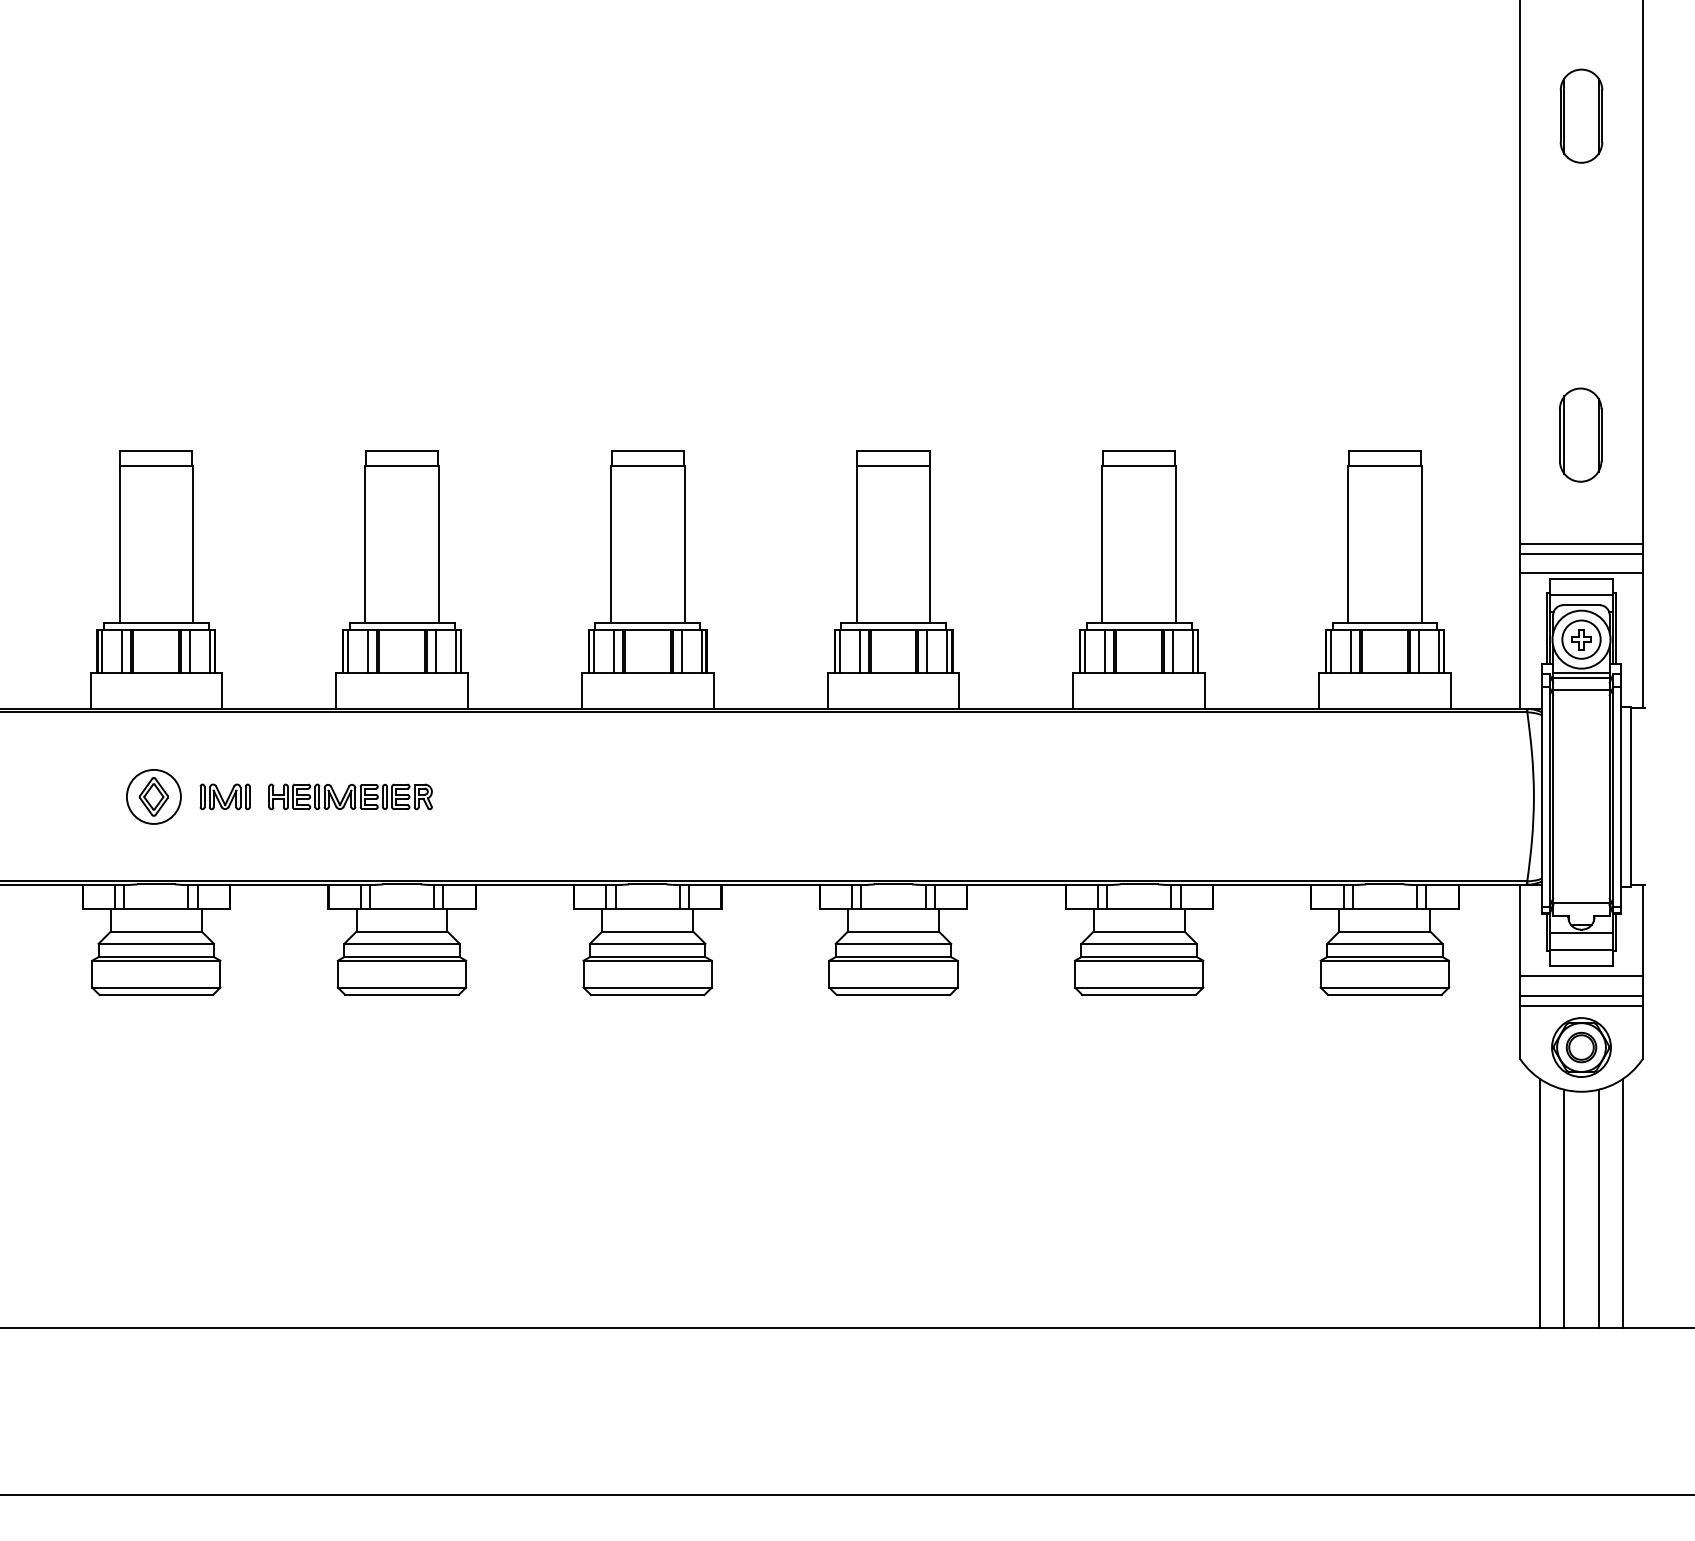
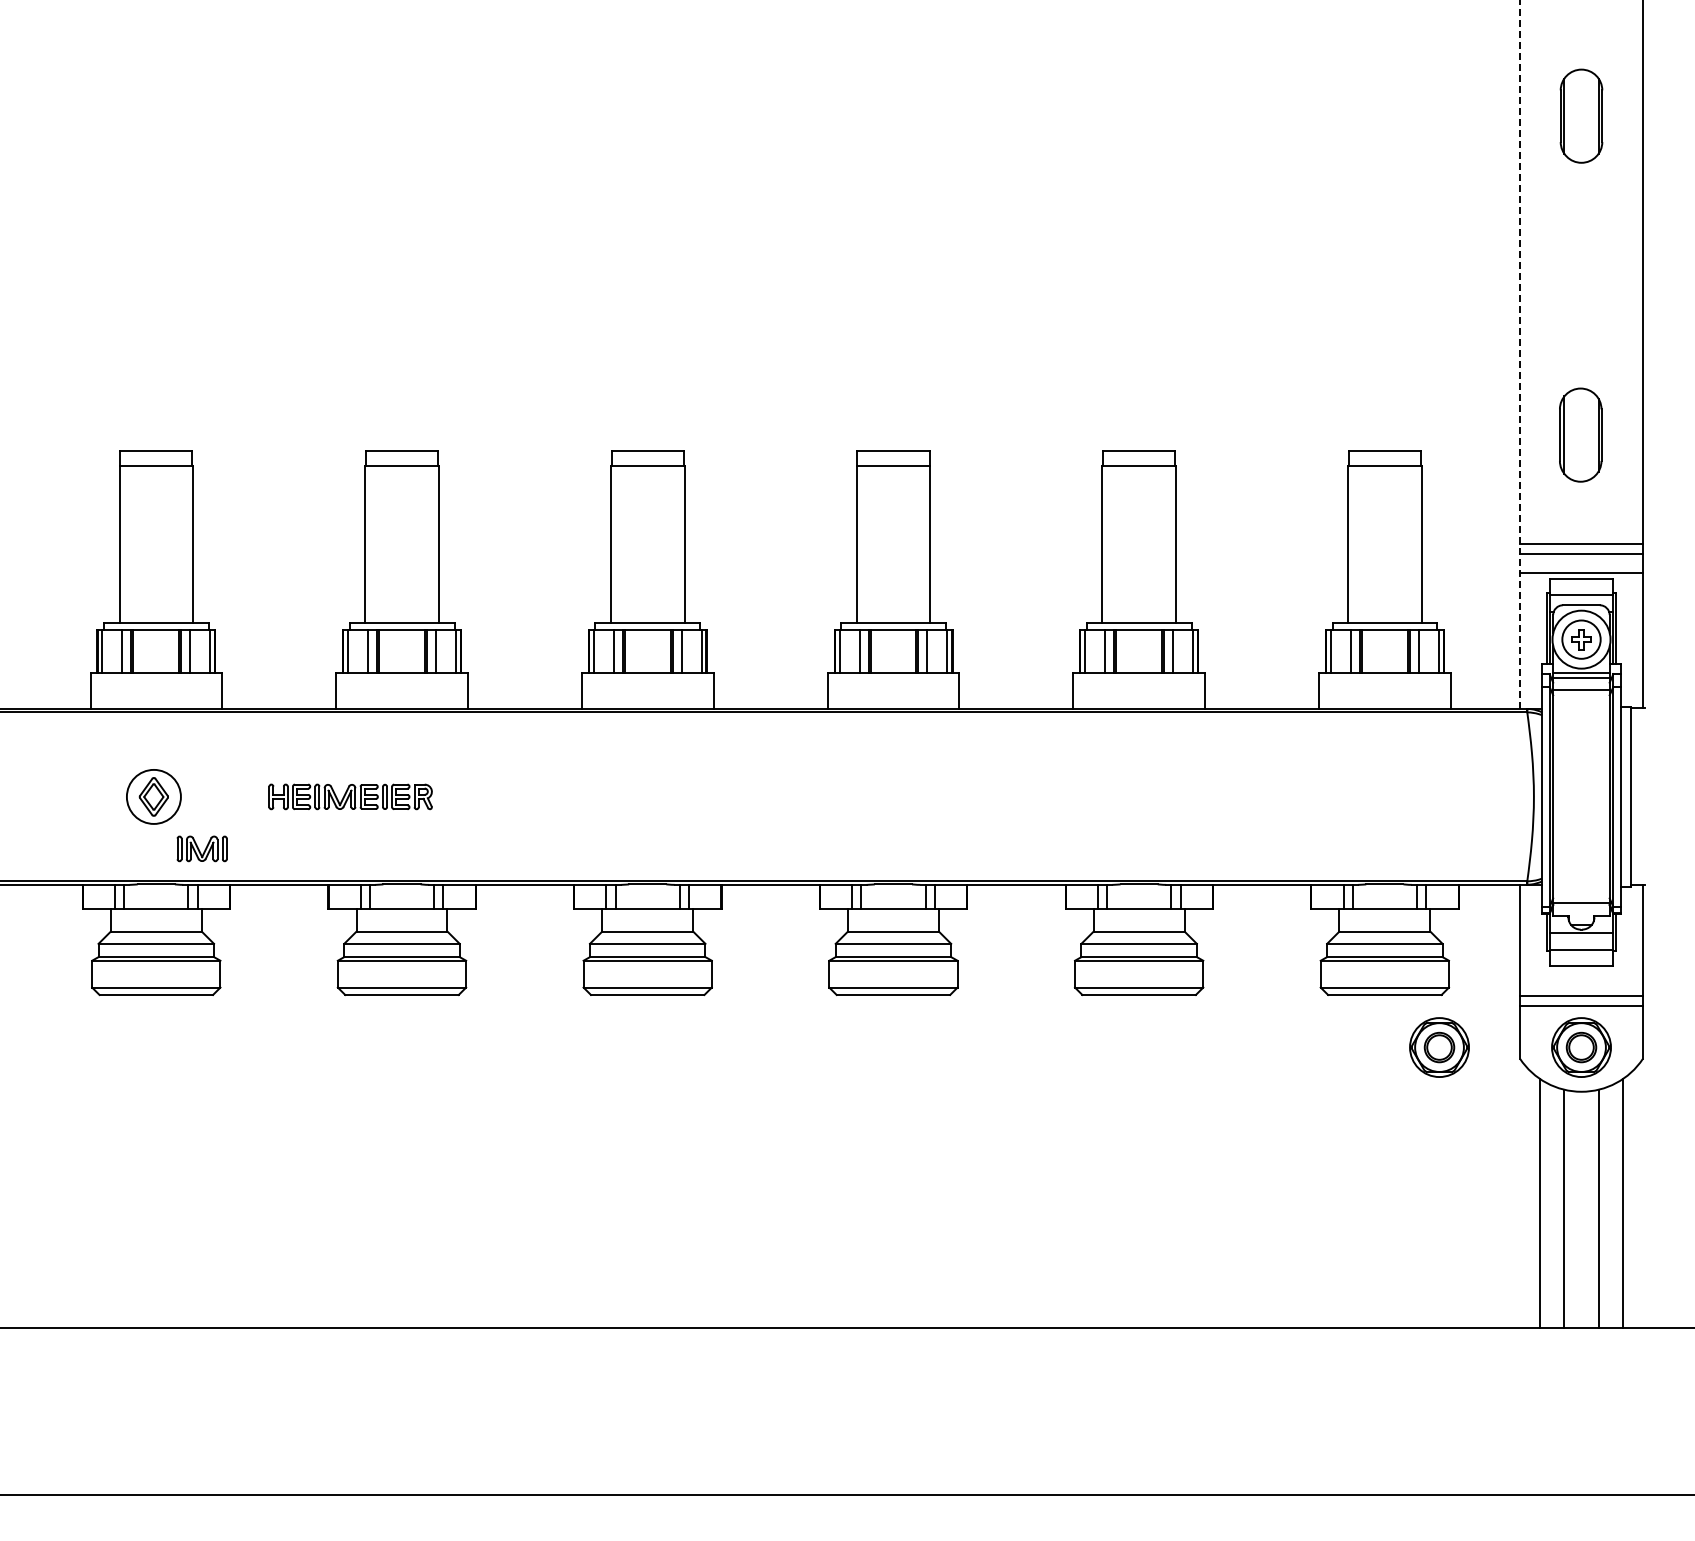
line at (1520, 354): solid -> dashed
part at (224, 796) position: (224, 796) -> (201, 848)
line at (1581, 976): present -> none
part at (1439, 1047): none -> present
